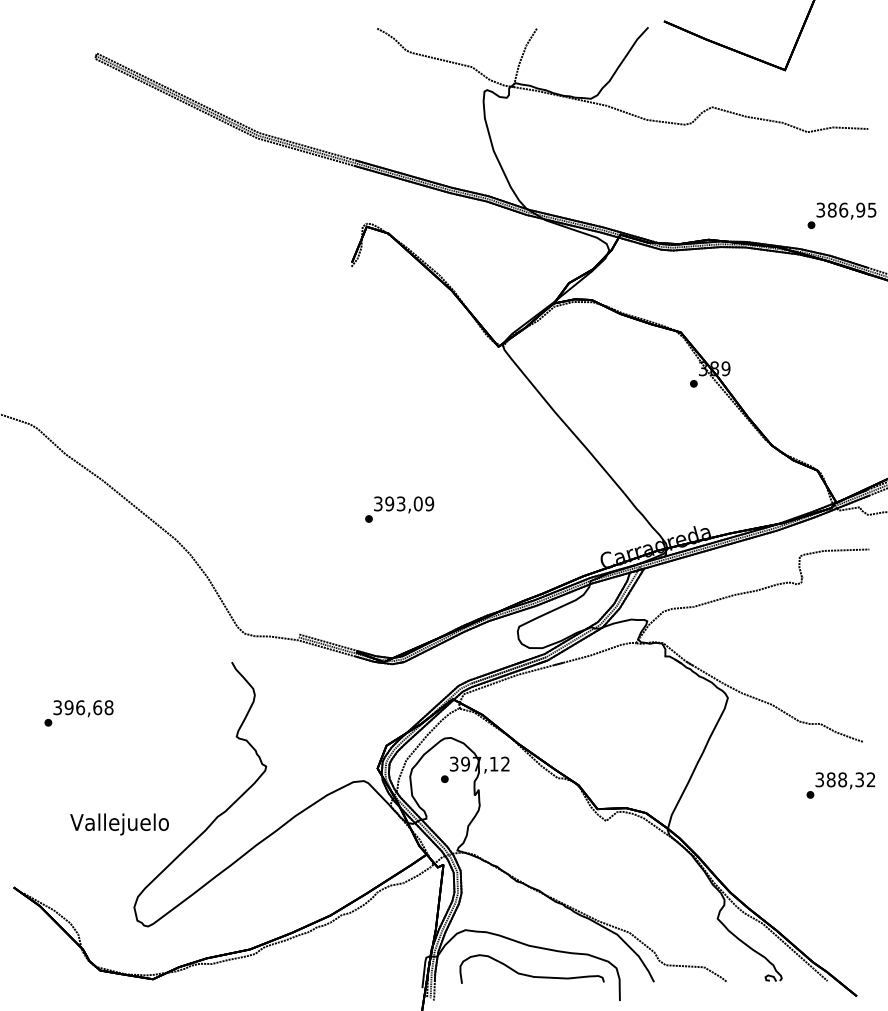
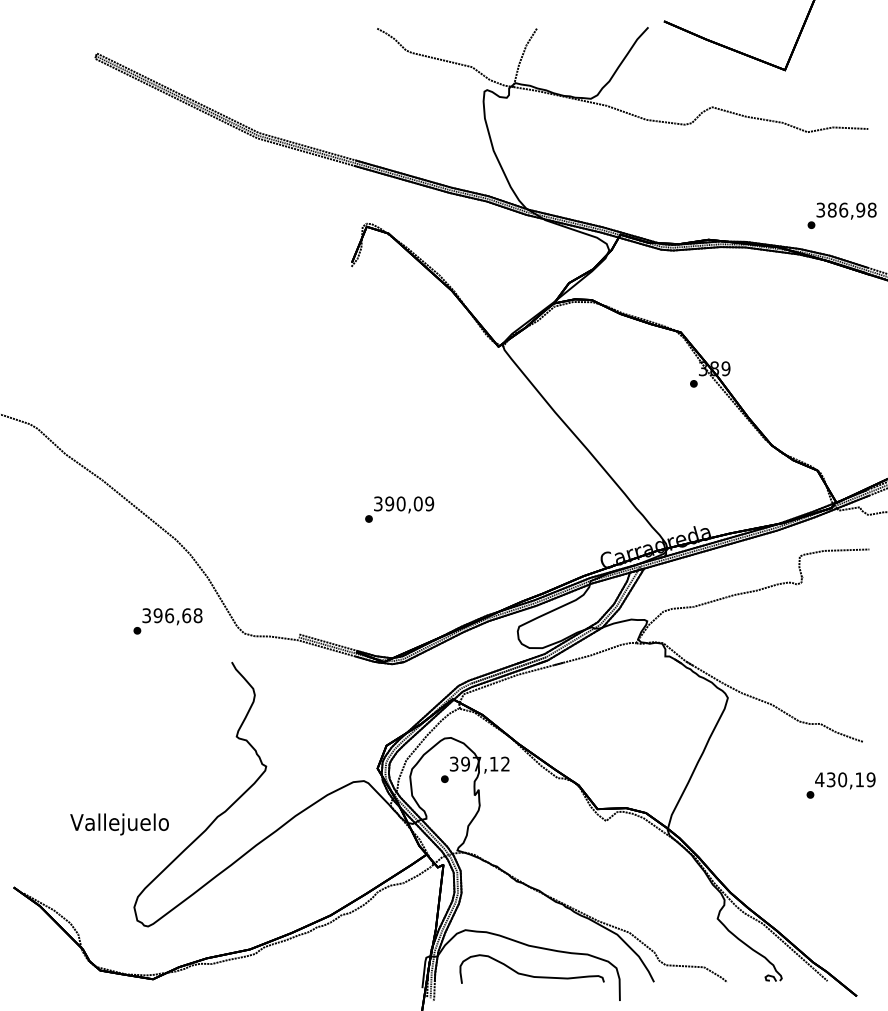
text at (871, 209): 386,95 -> 386,98
text at (400, 503): 393,09 -> 390,09
text at (78, 713) position: (78, 713) -> (167, 621)
text at (845, 779): 388,32 -> 430,19
